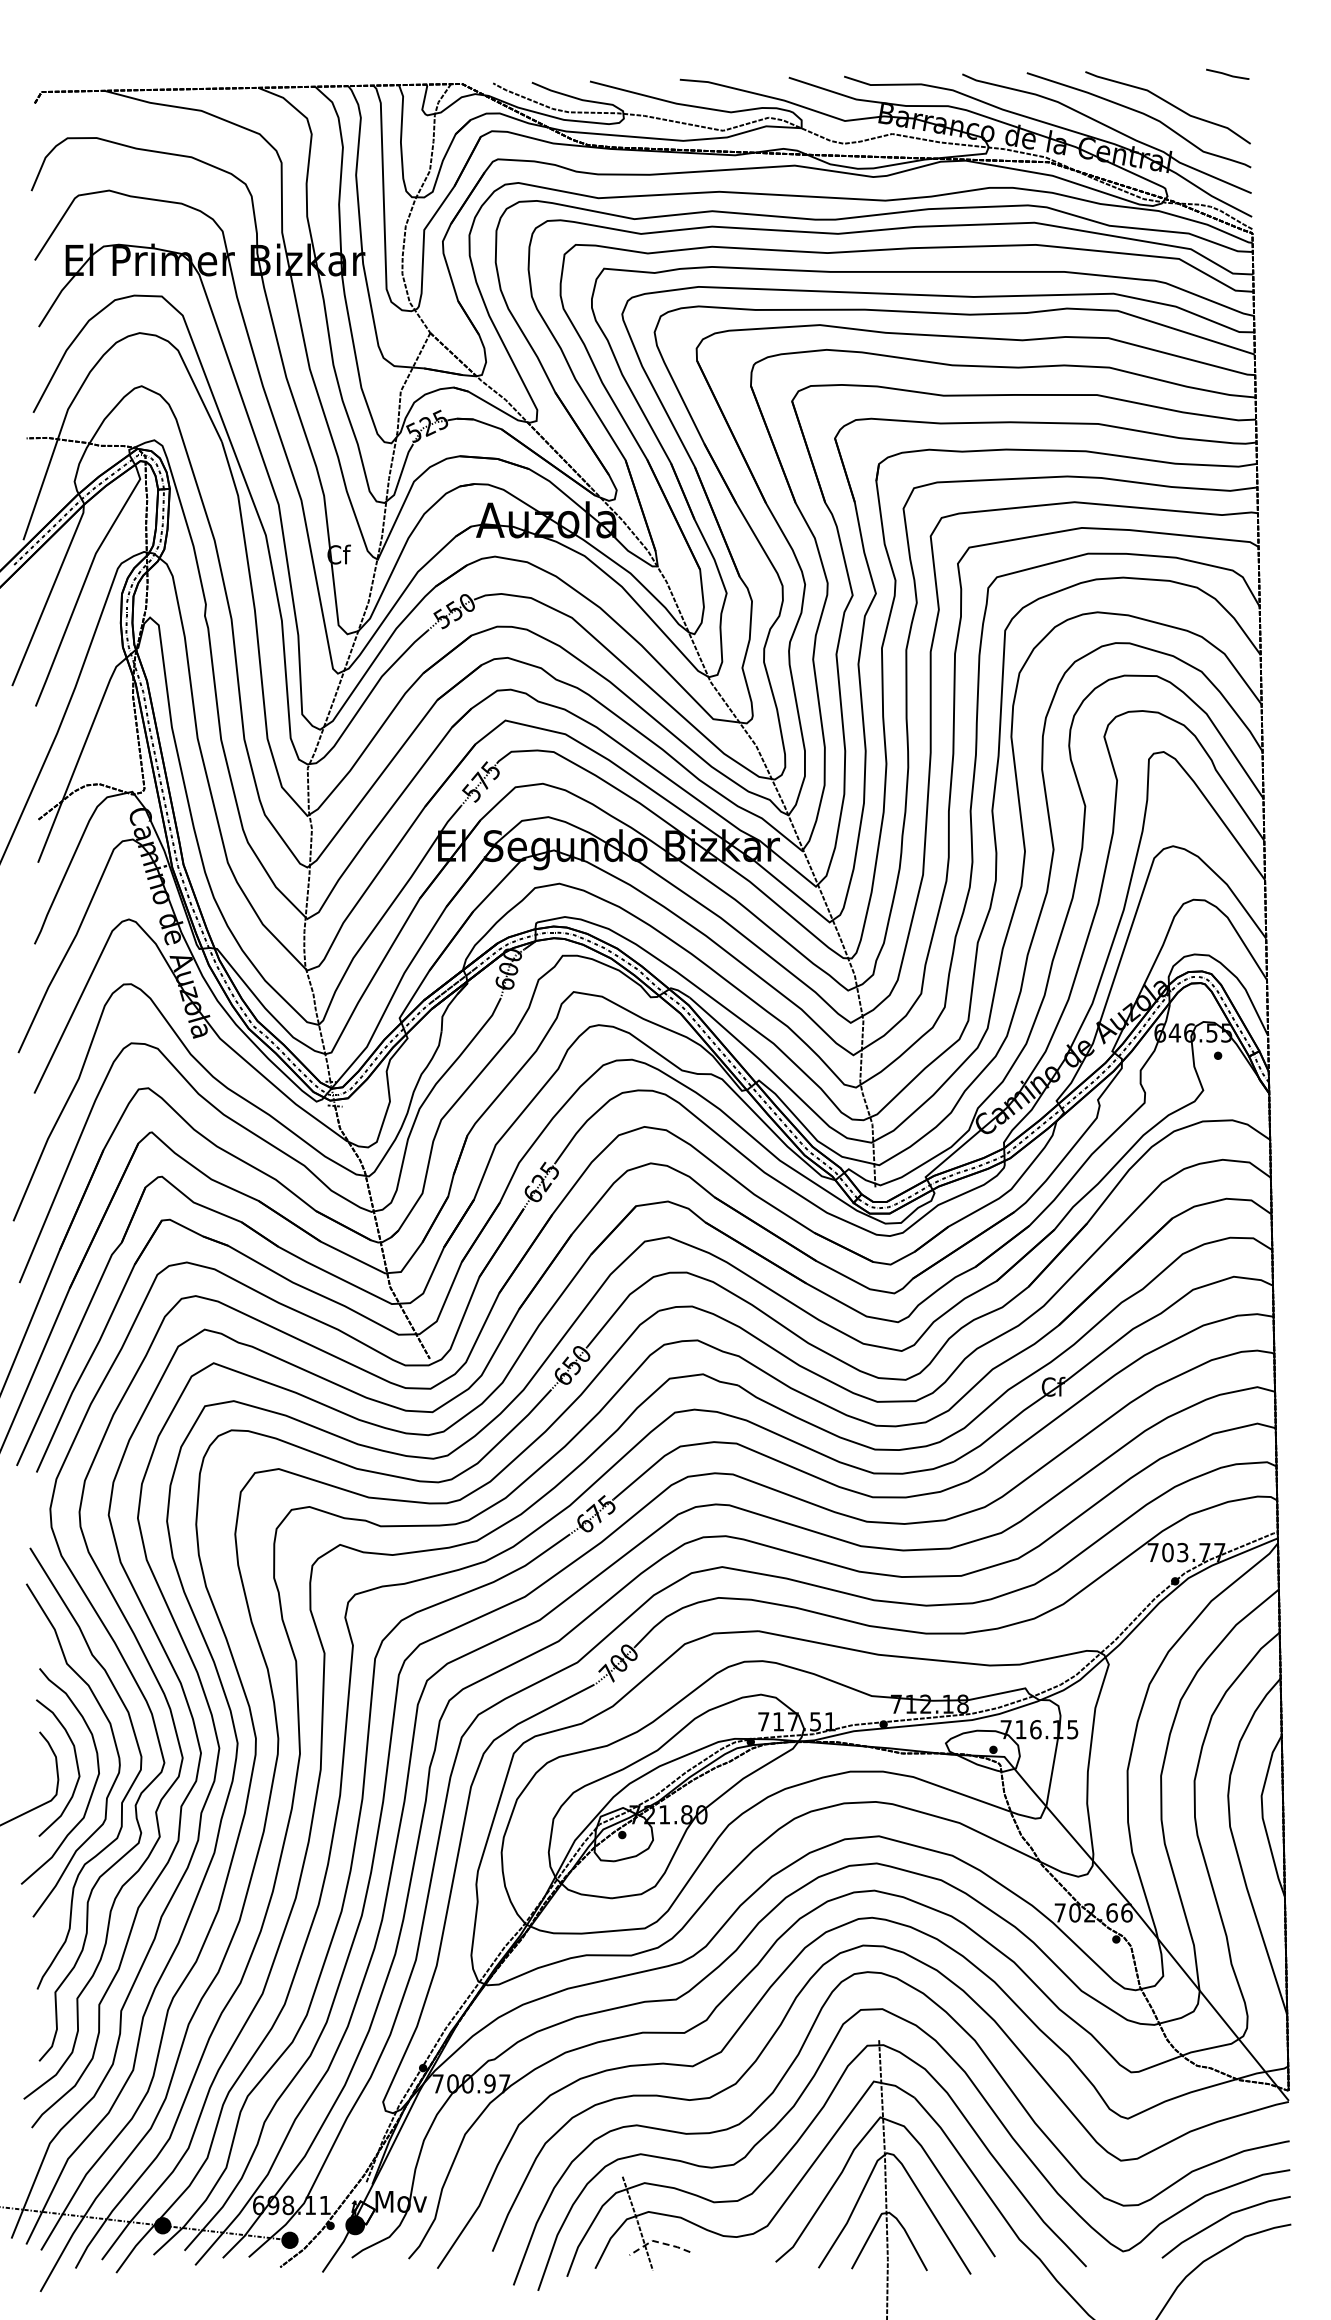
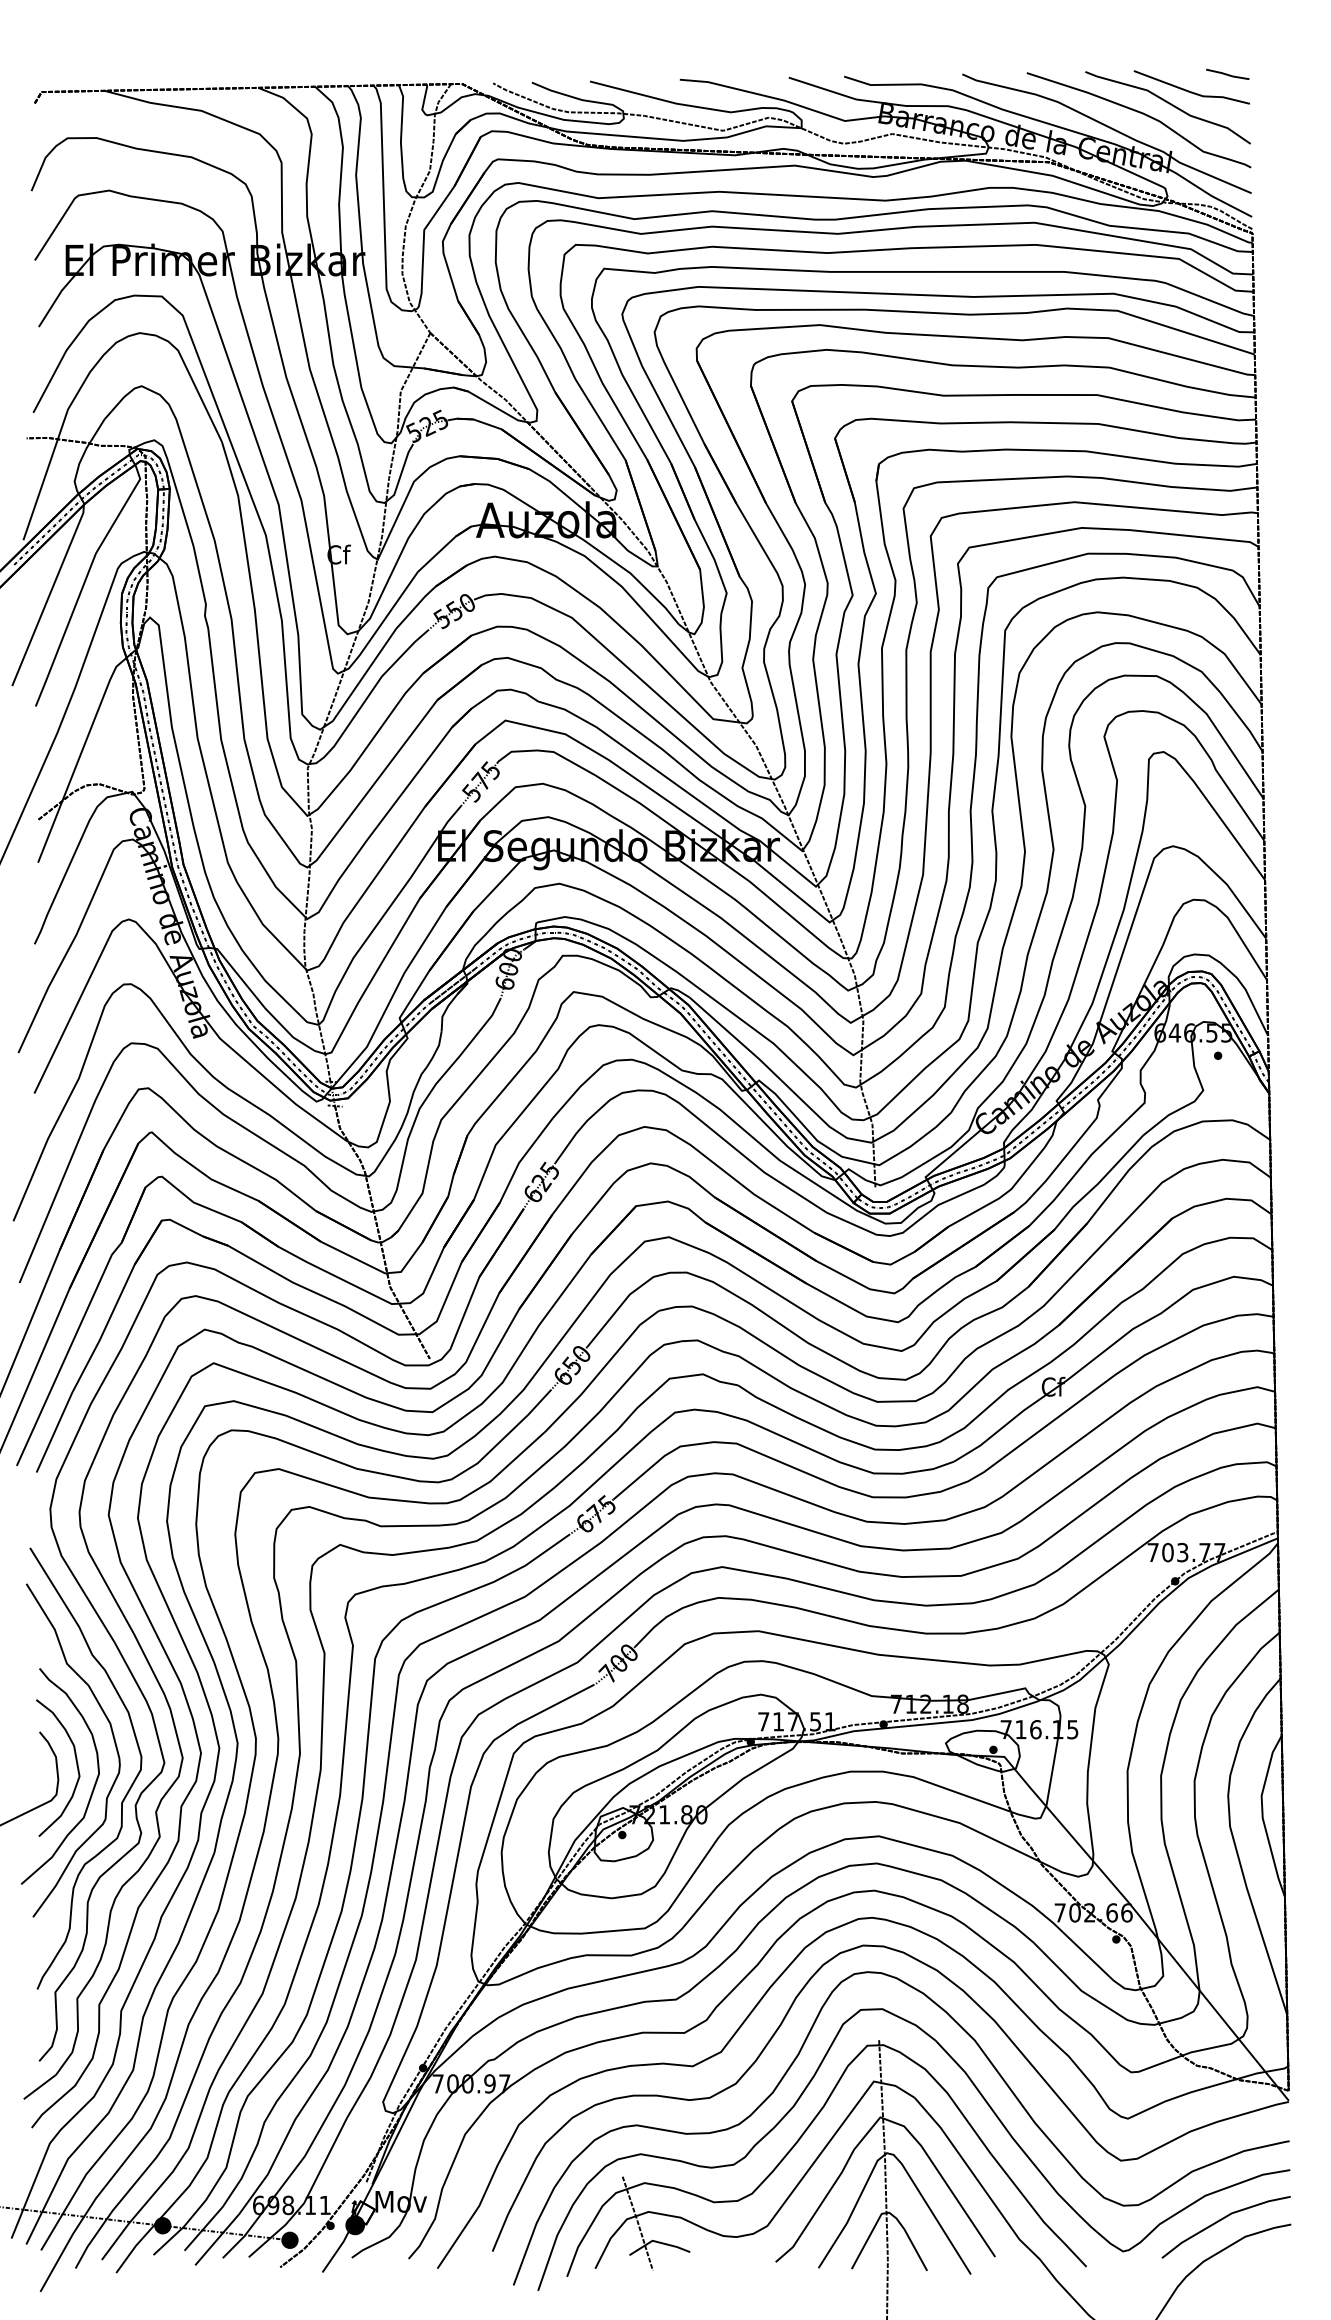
line at (1189, 90): none -> present
line at (658, 2242): dashed -> solid
